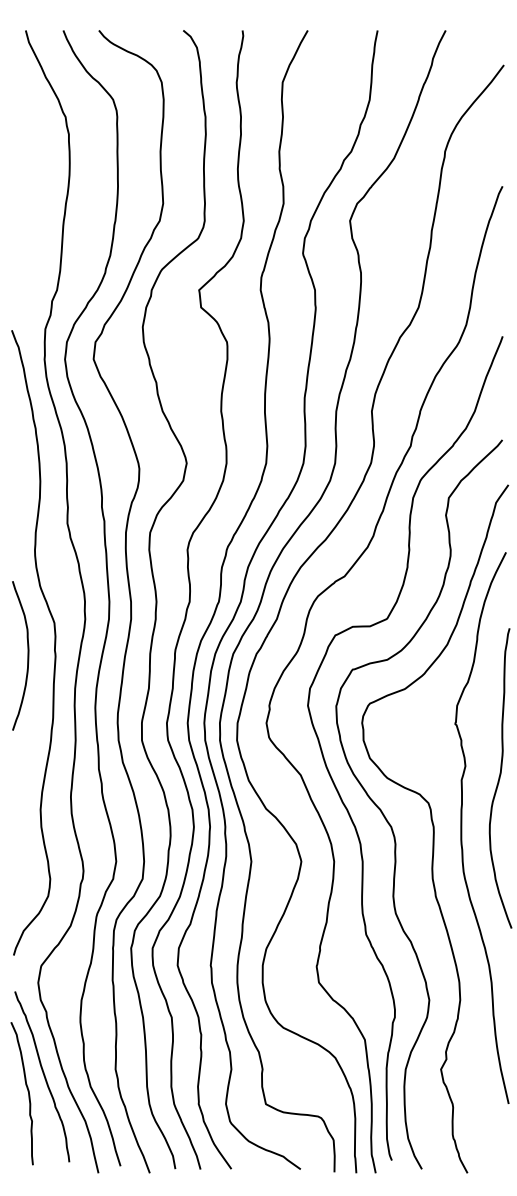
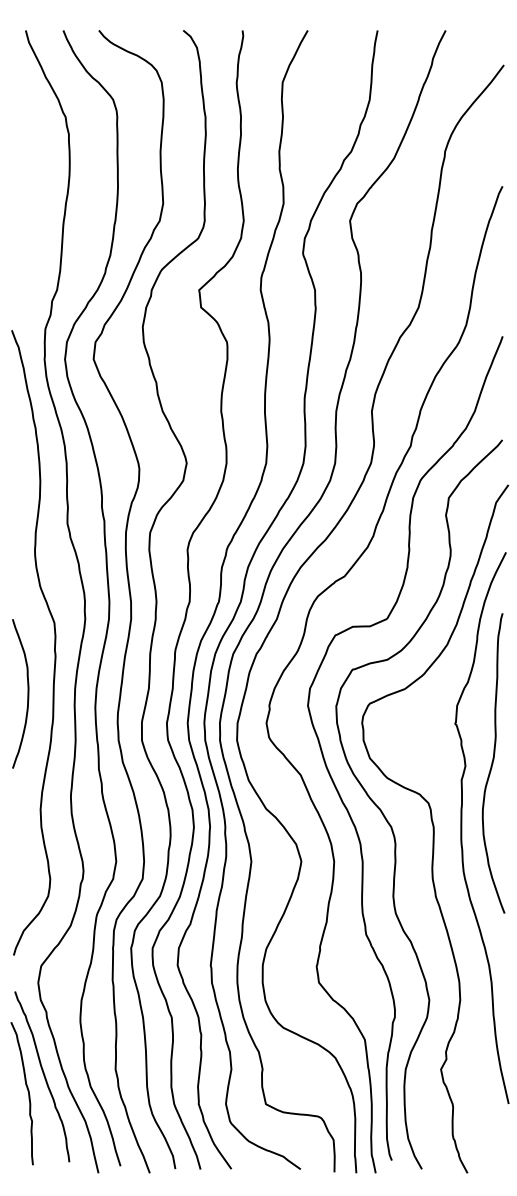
curve at (27, 655) position: (27, 655) -> (27, 693)
curve at (500, 778) position: (500, 778) -> (493, 763)
